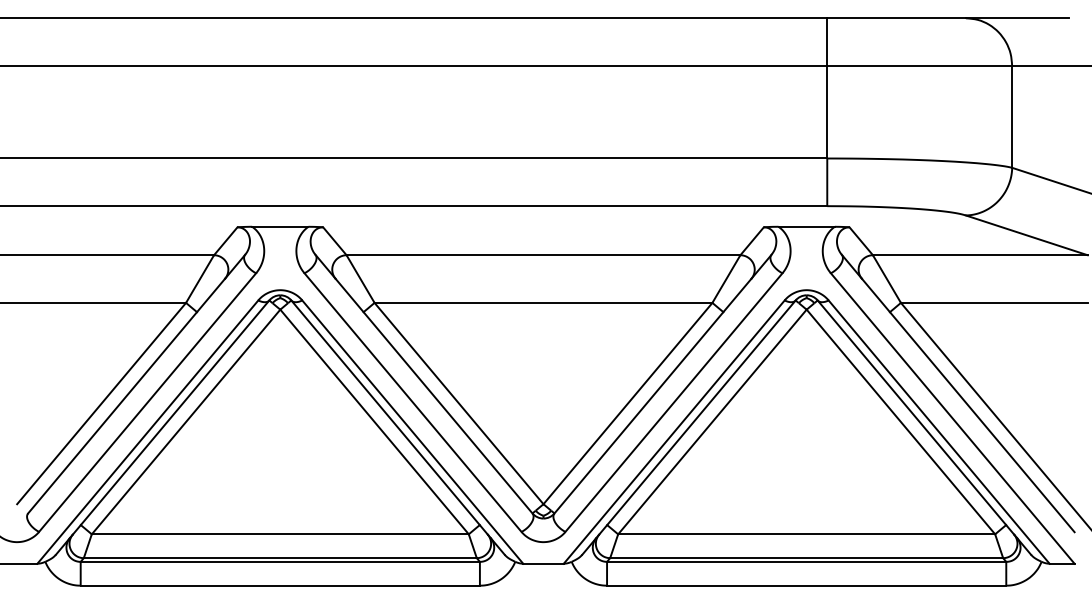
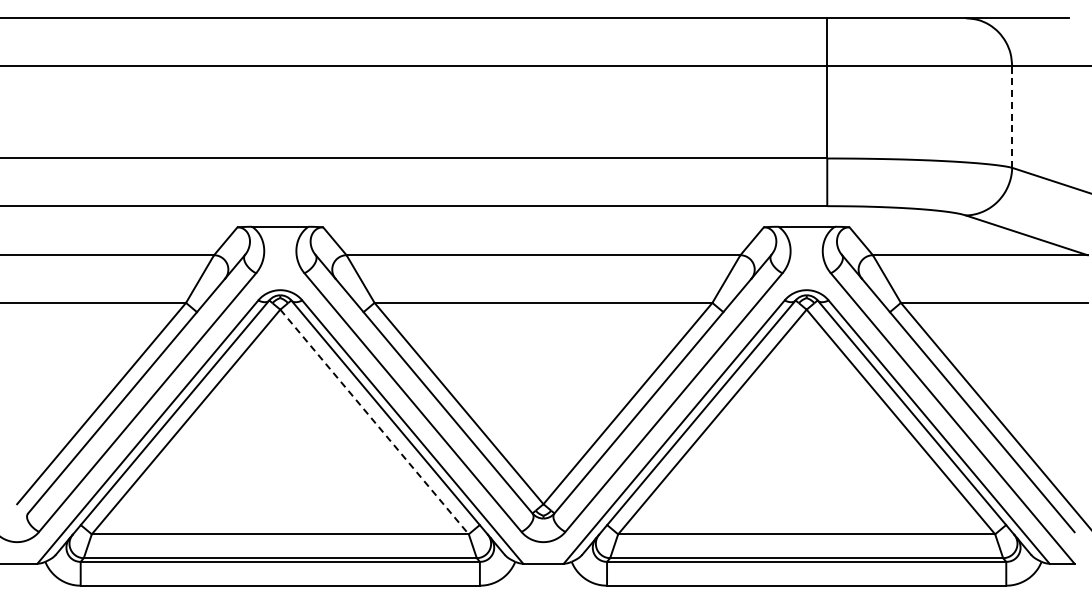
line at (1012, 116): solid -> dashed
line at (374, 421): solid -> dashed
